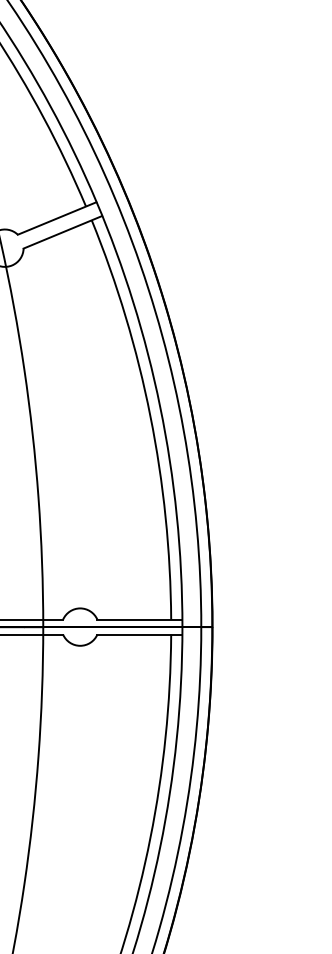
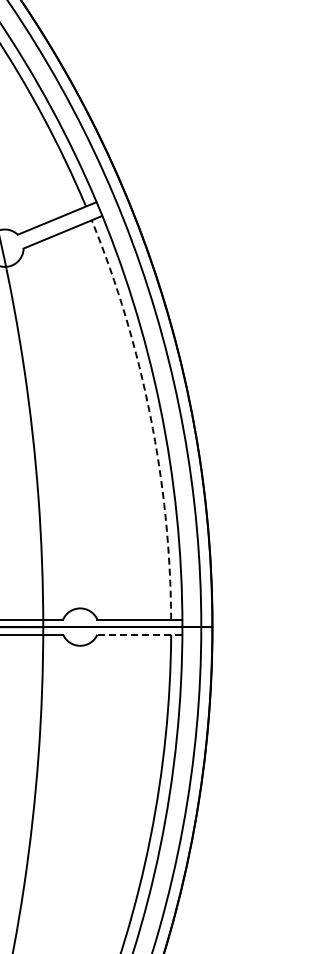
arc at (150, 416): solid -> dashed
line at (139, 634): solid -> dashed
